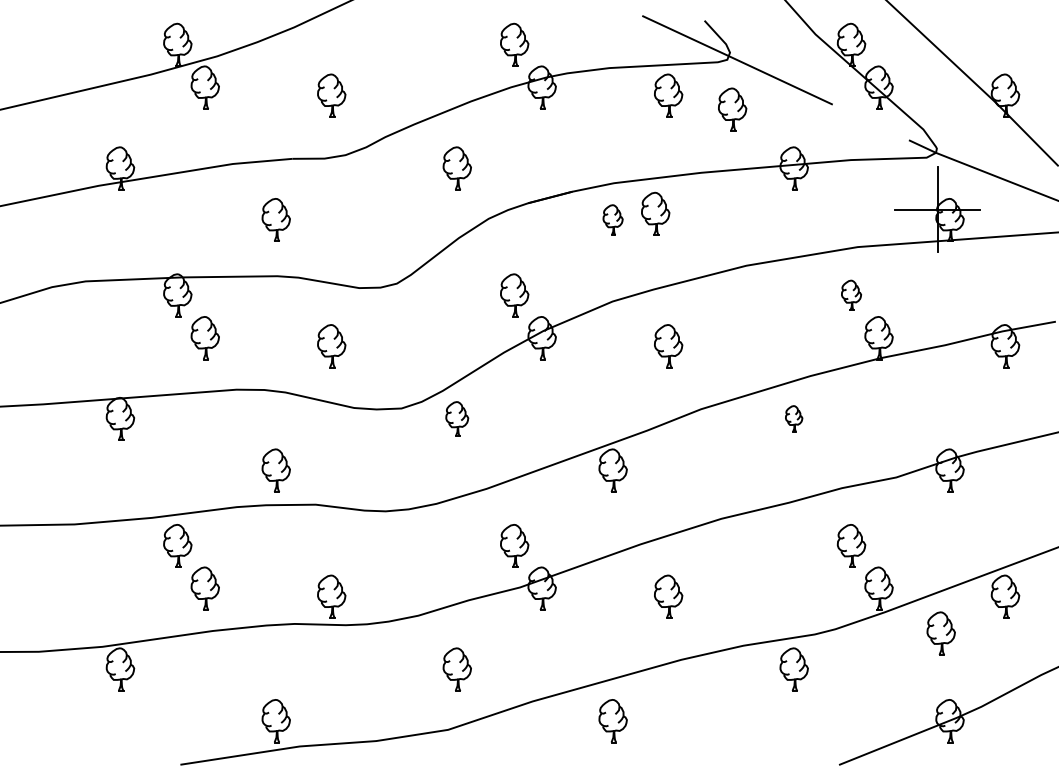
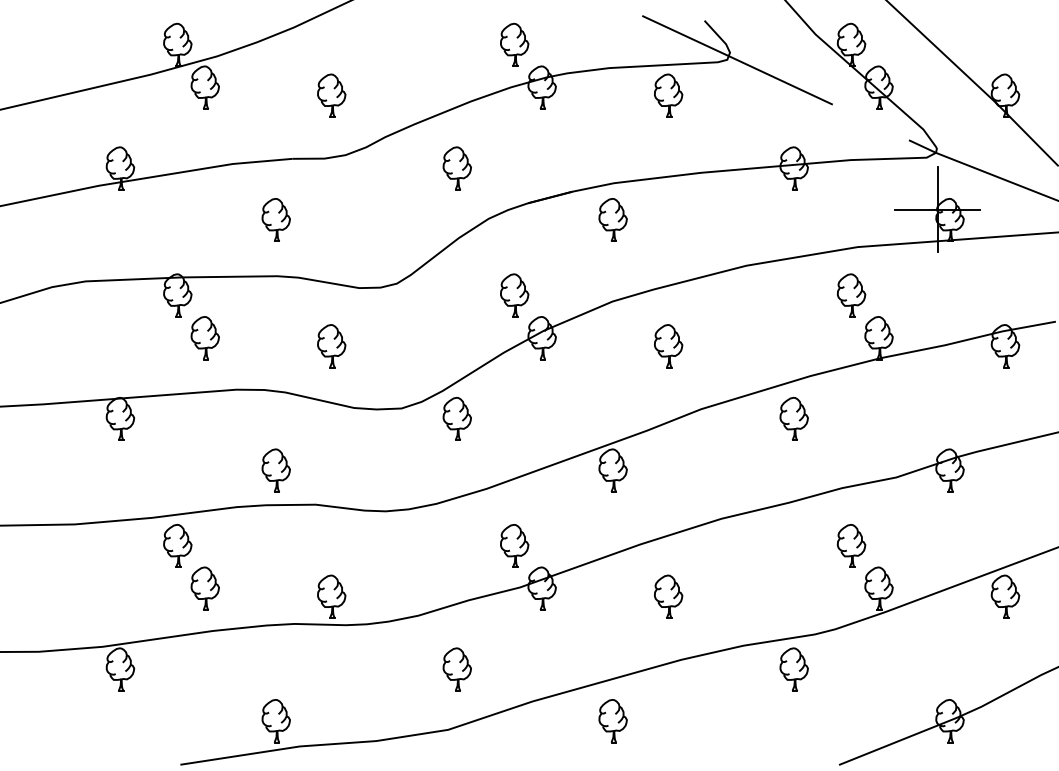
part at (732, 109): present -> none
part at (655, 213): present -> none
part at (612, 219) size: 22x32 px -> 30x44 px
part at (851, 294) size: 21x32 px -> 31x45 px
part at (457, 418) size: 25x36 px -> 30x44 px
part at (794, 418) size: 19x28 px -> 30x45 px
part at (940, 633): present -> none
